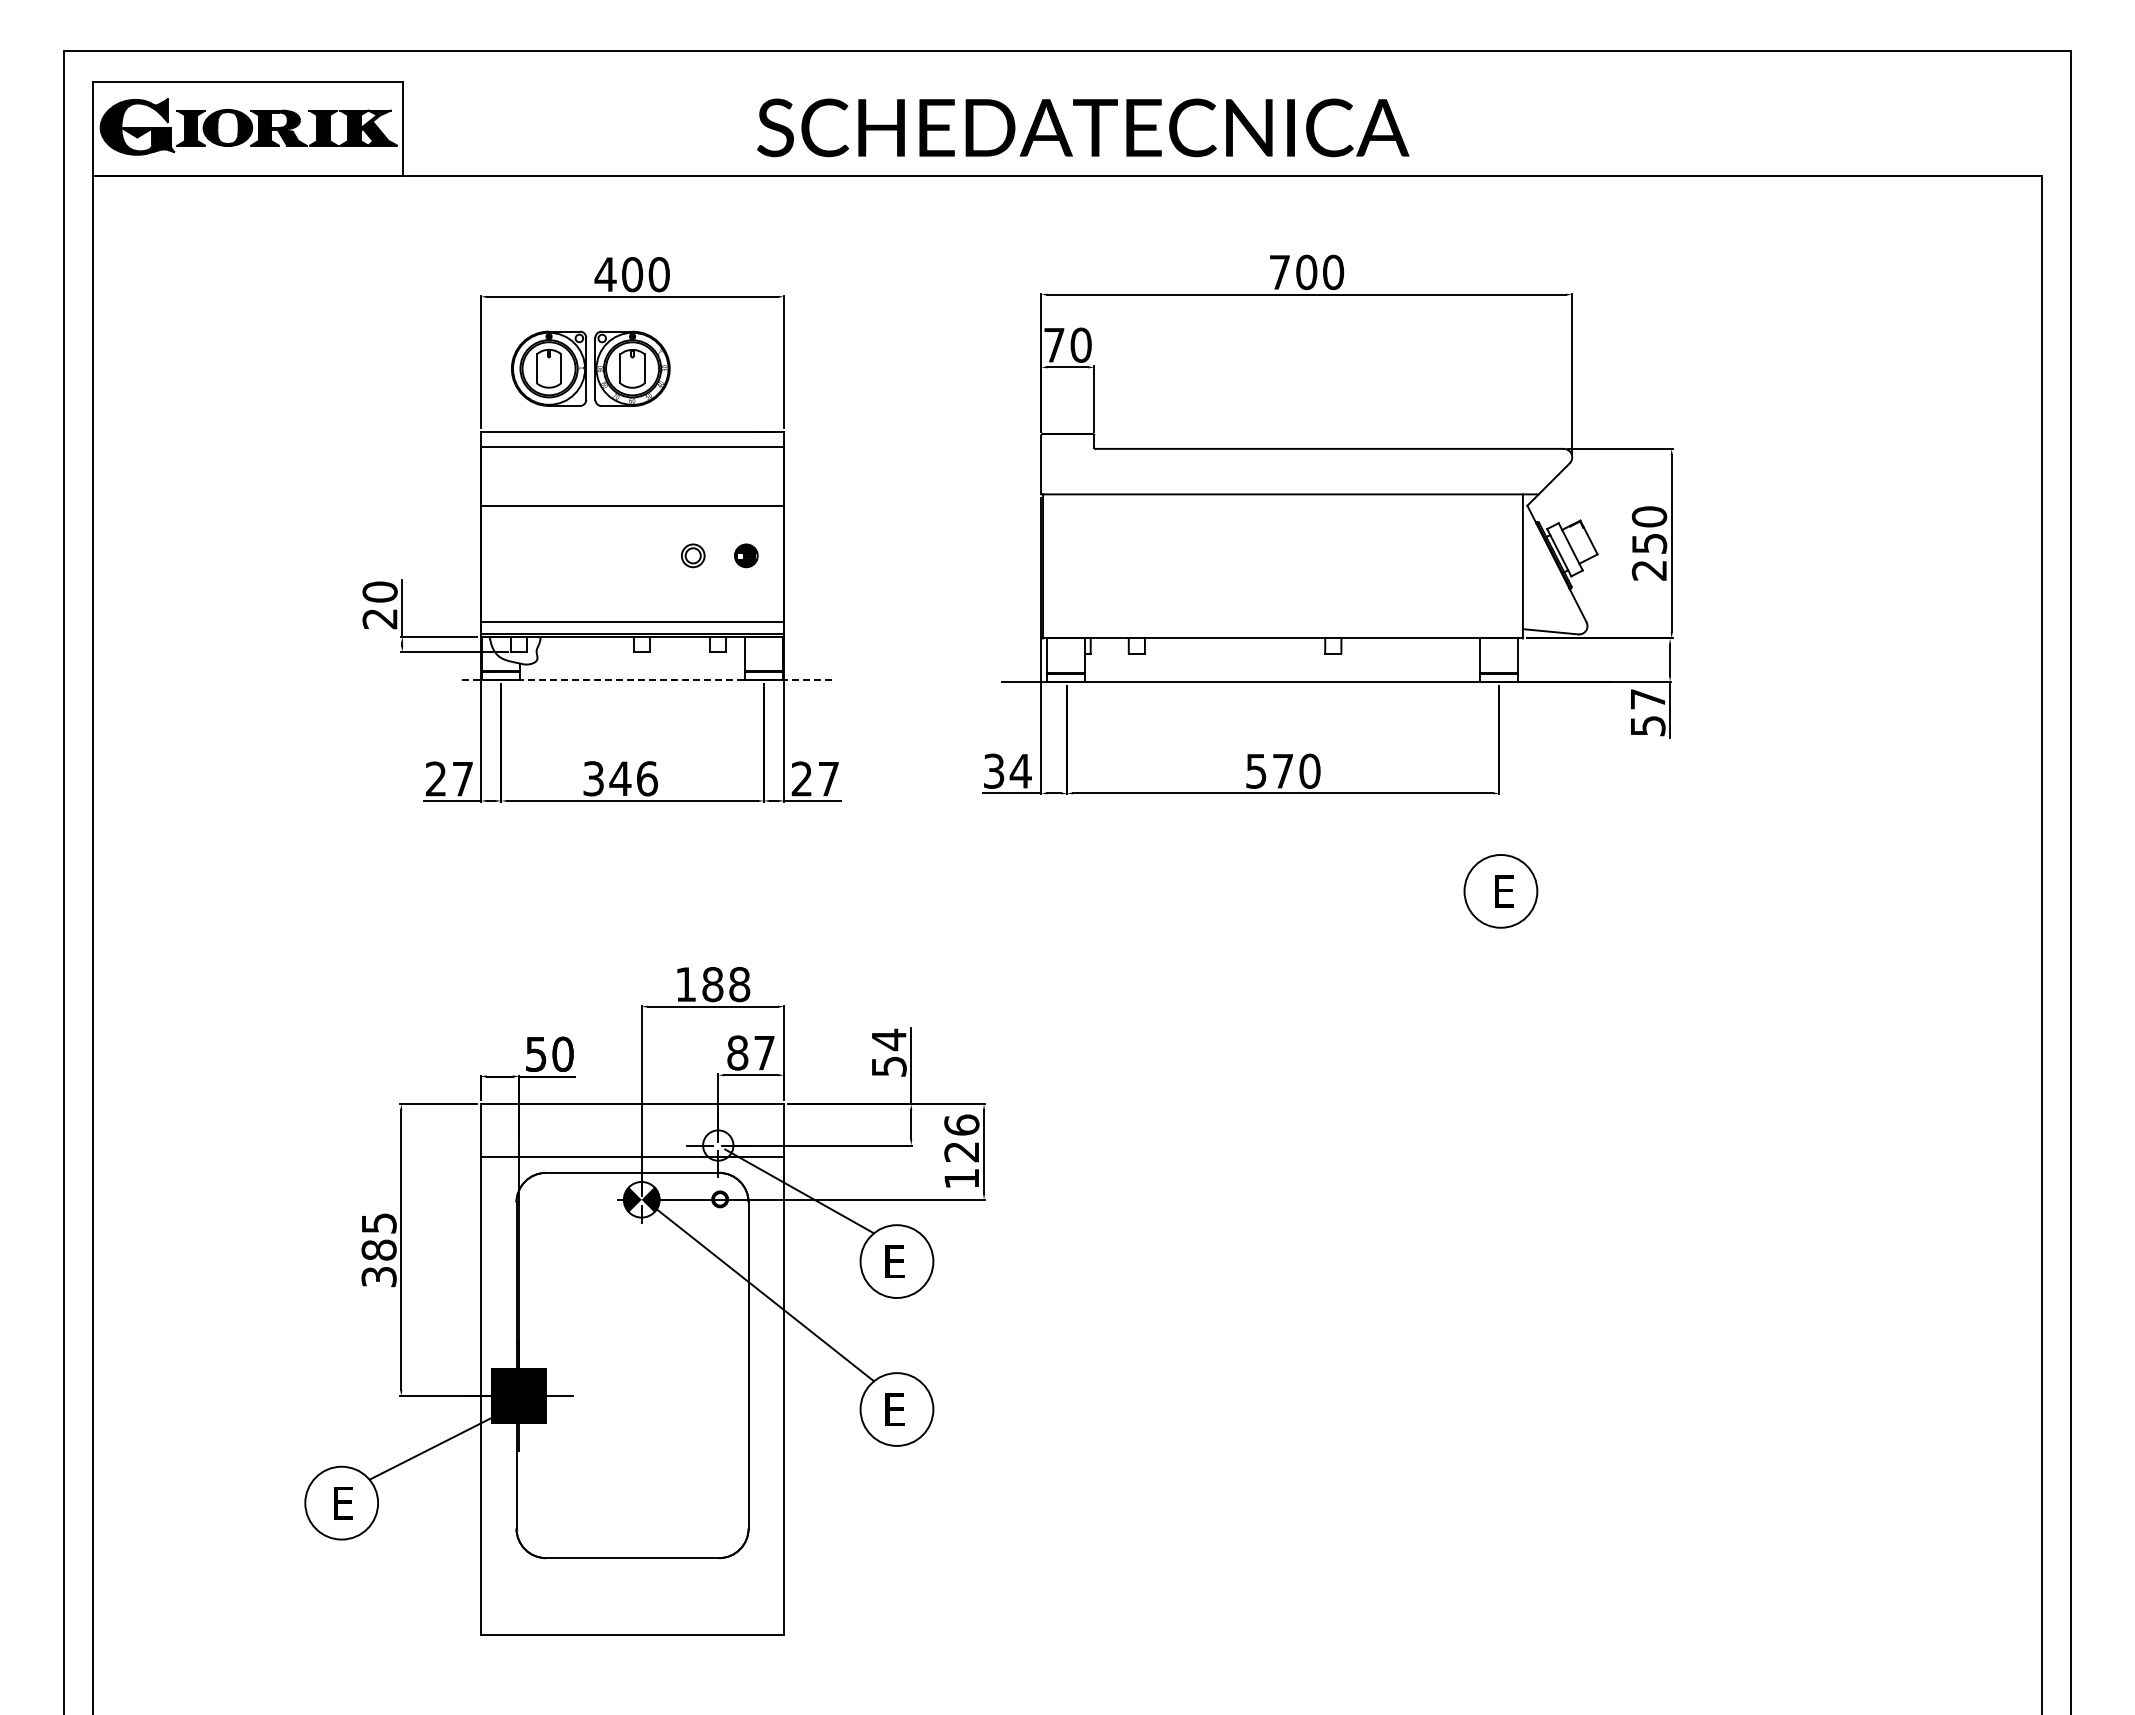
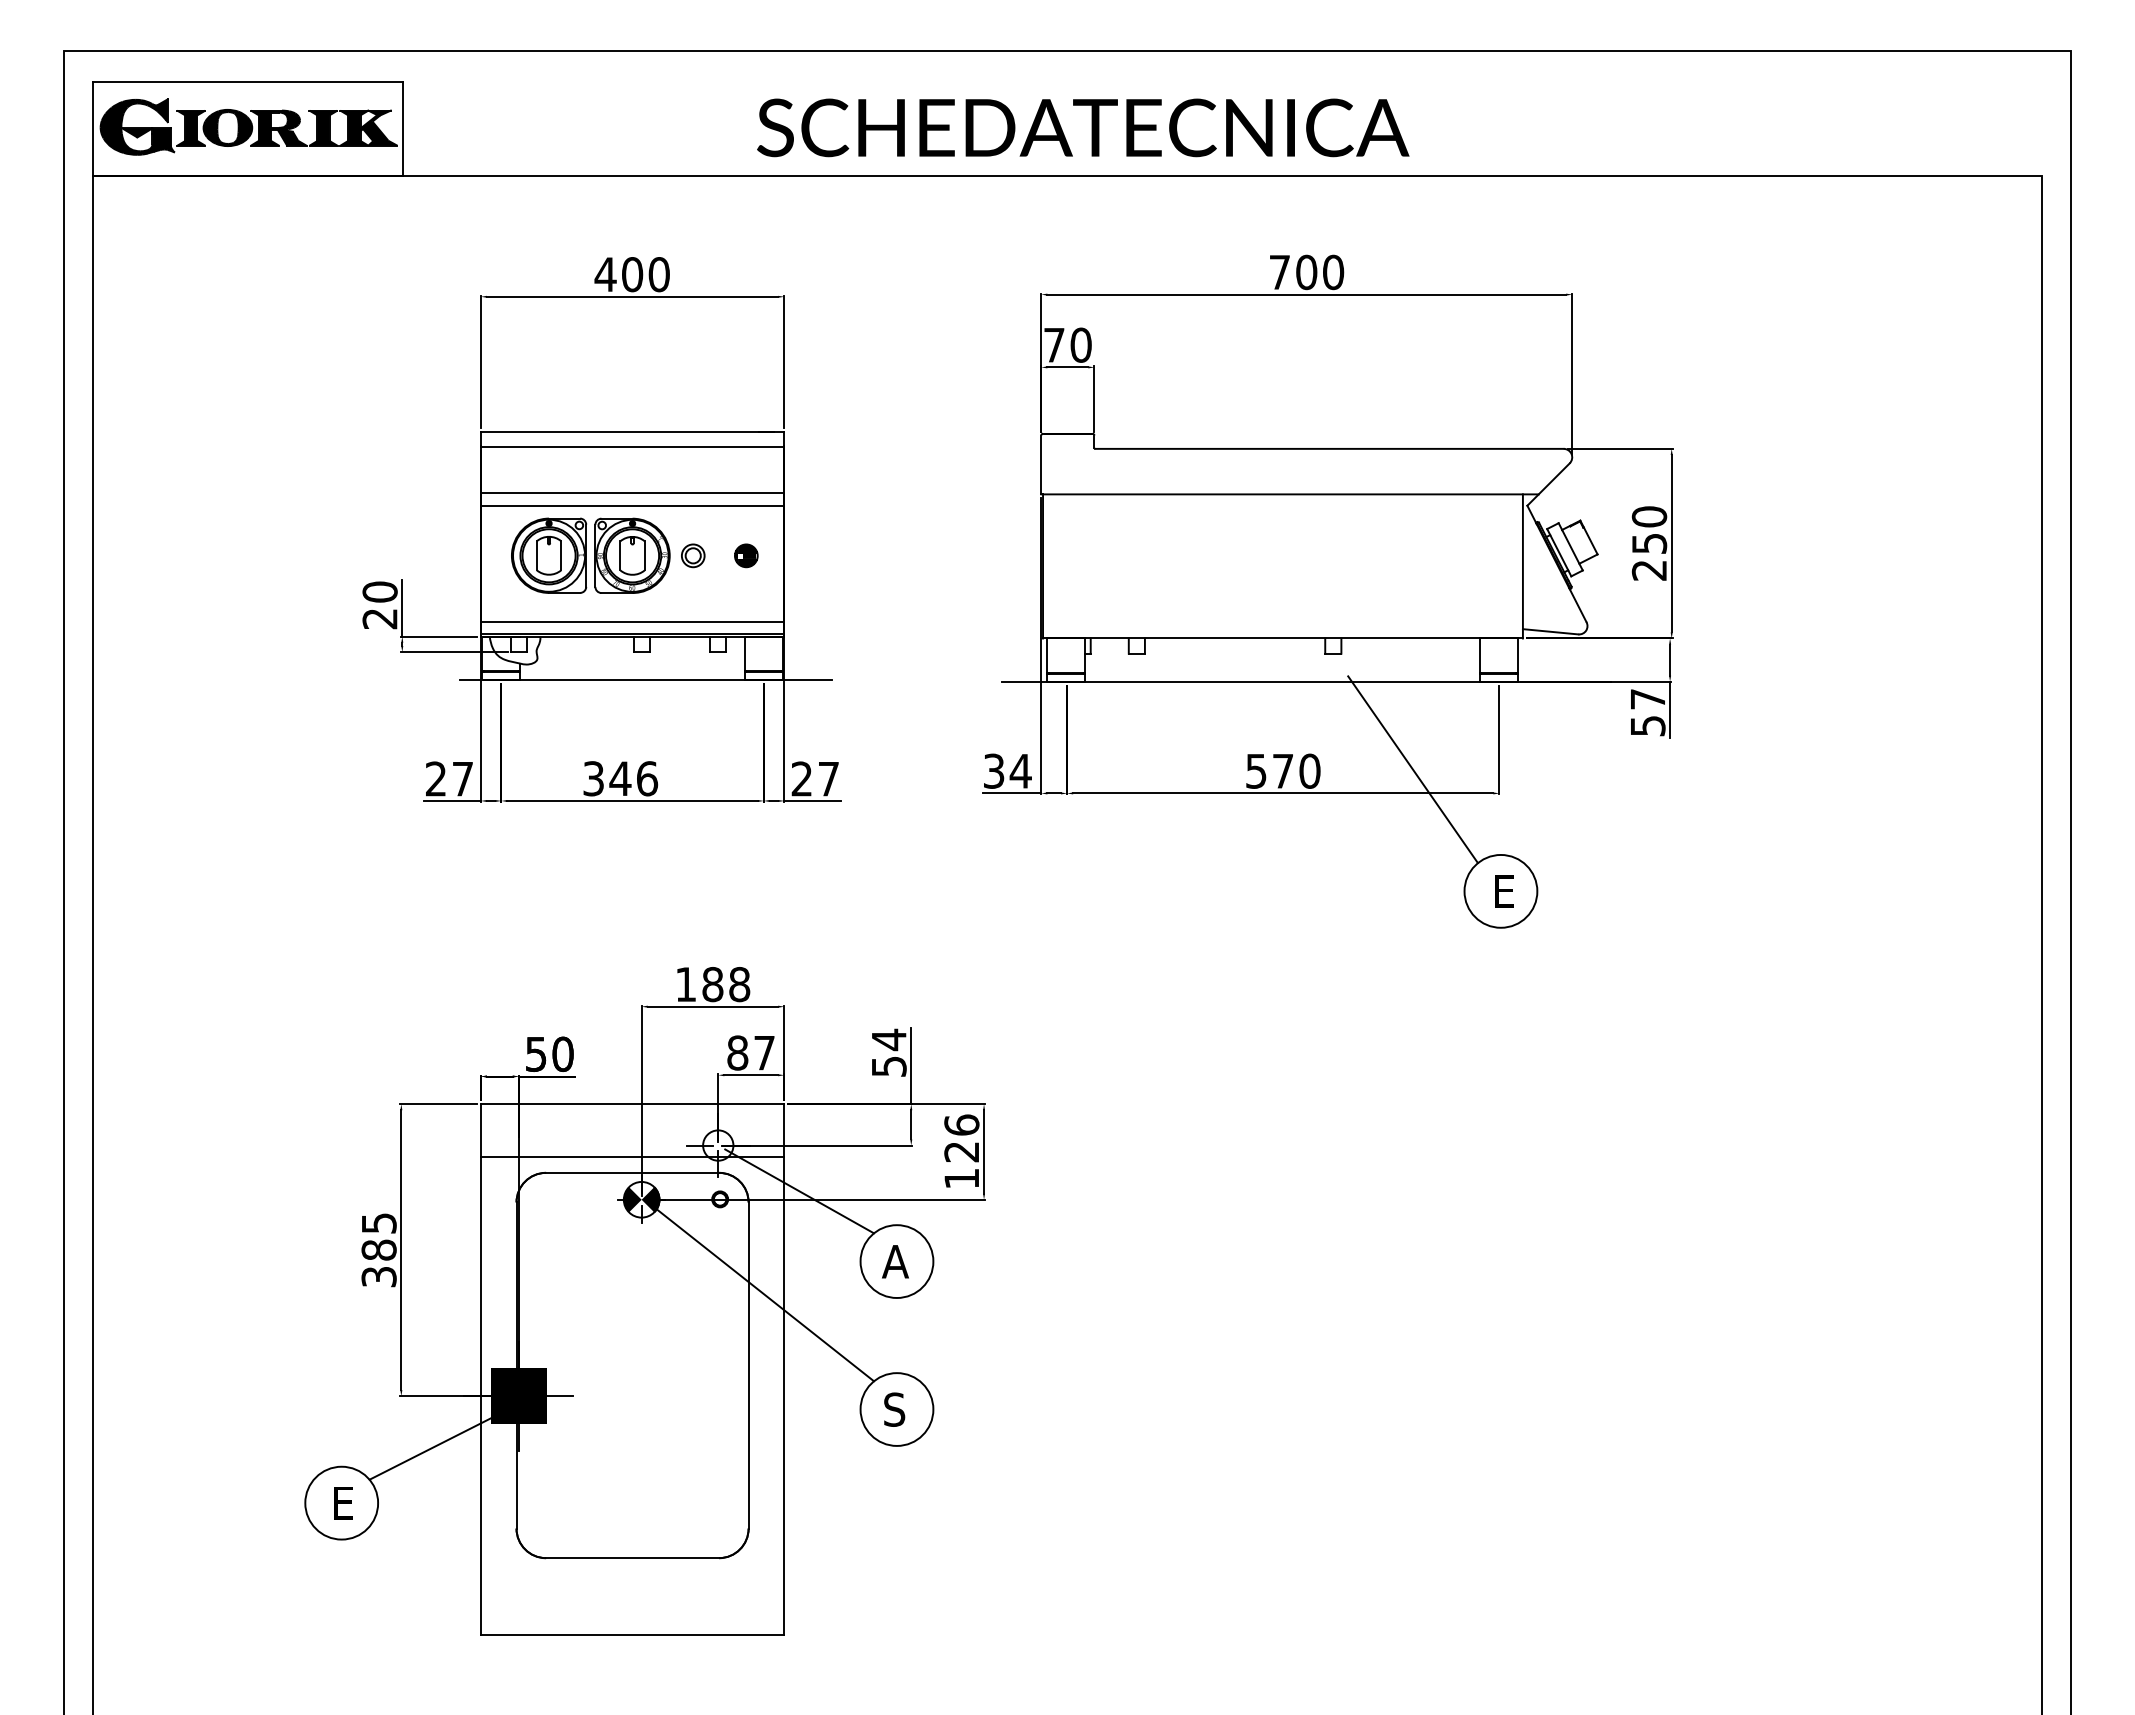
part at (590, 368) position: (590, 368) -> (590, 555)
line at (632, 492): none -> present
line at (646, 679): dashed -> solid
line at (1412, 769): none -> present
text at (895, 1261): E -> A
text at (894, 1409): E -> S
